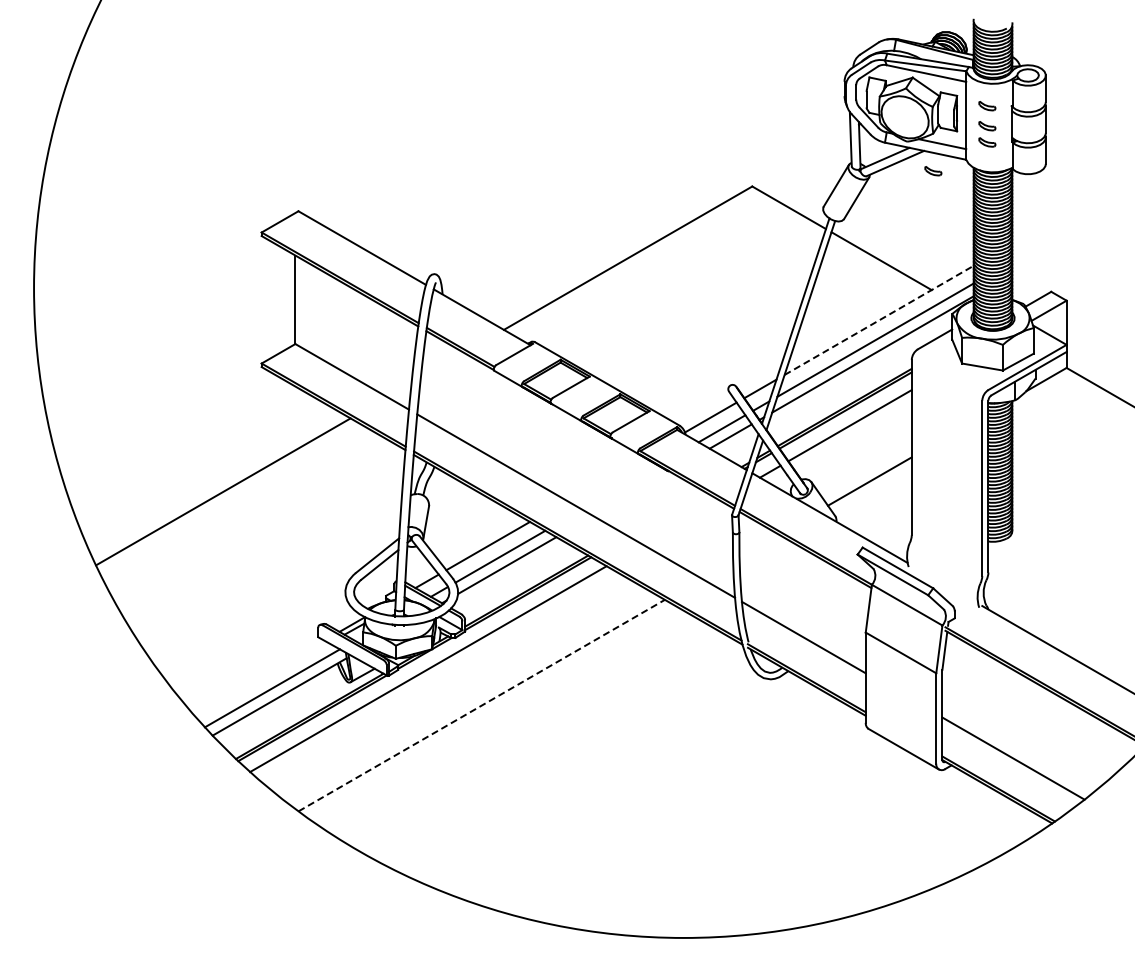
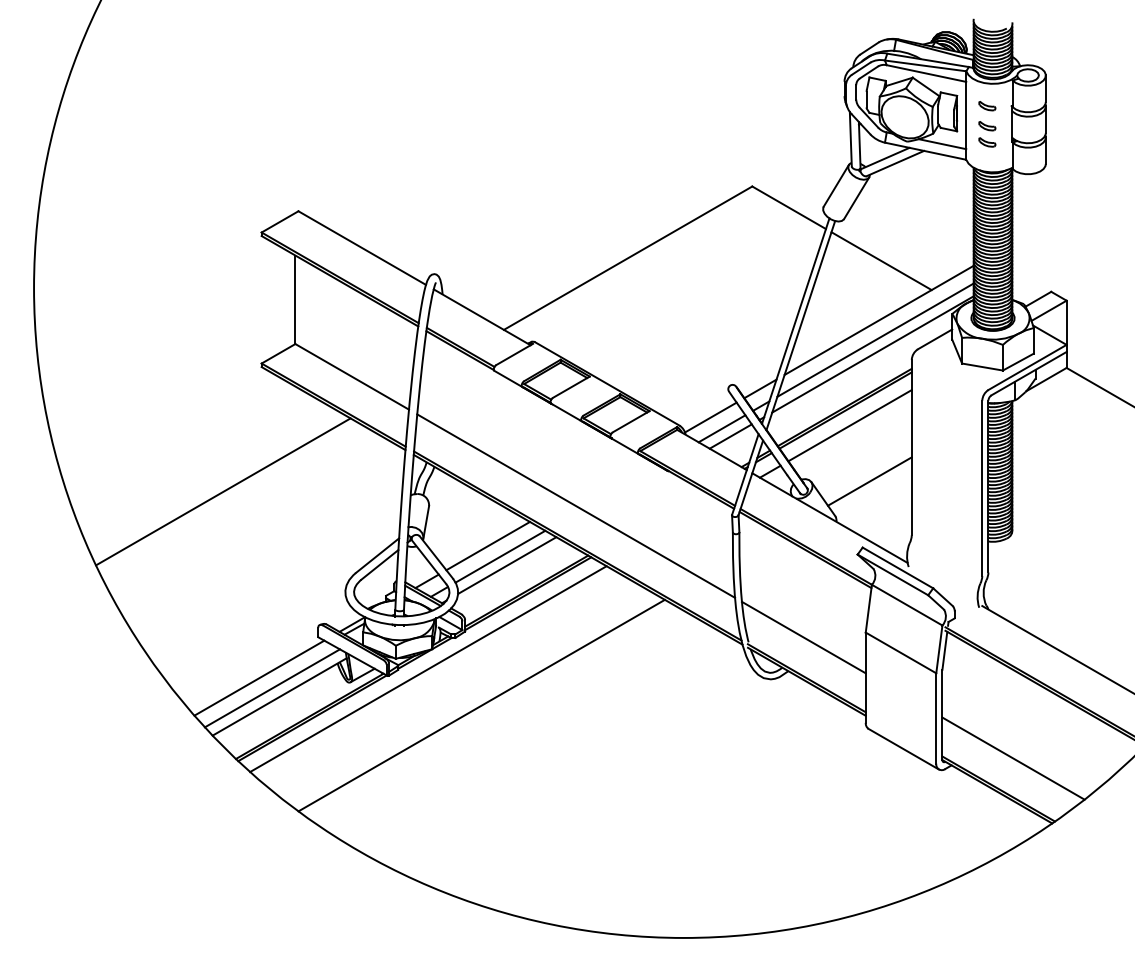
part at (933, 171): present -> none
line at (879, 320): dashed -> solid
line at (259, 677): none -> present
line at (481, 705): dashed -> solid
